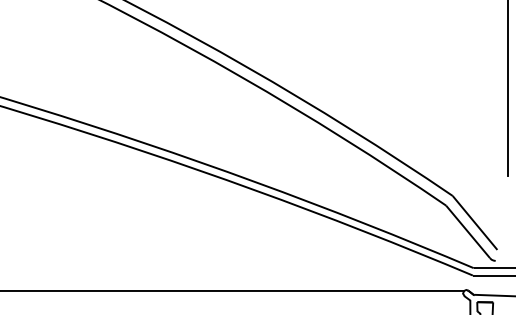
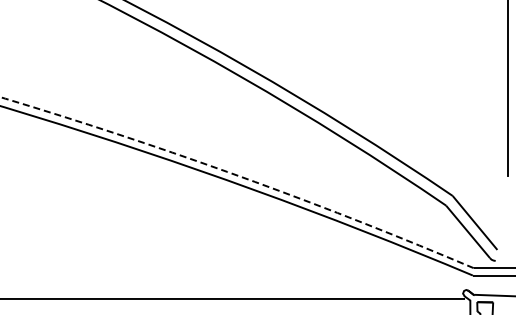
arc at (238, 175): solid -> dashed
line at (233, 290) position: (233, 290) -> (233, 298)
